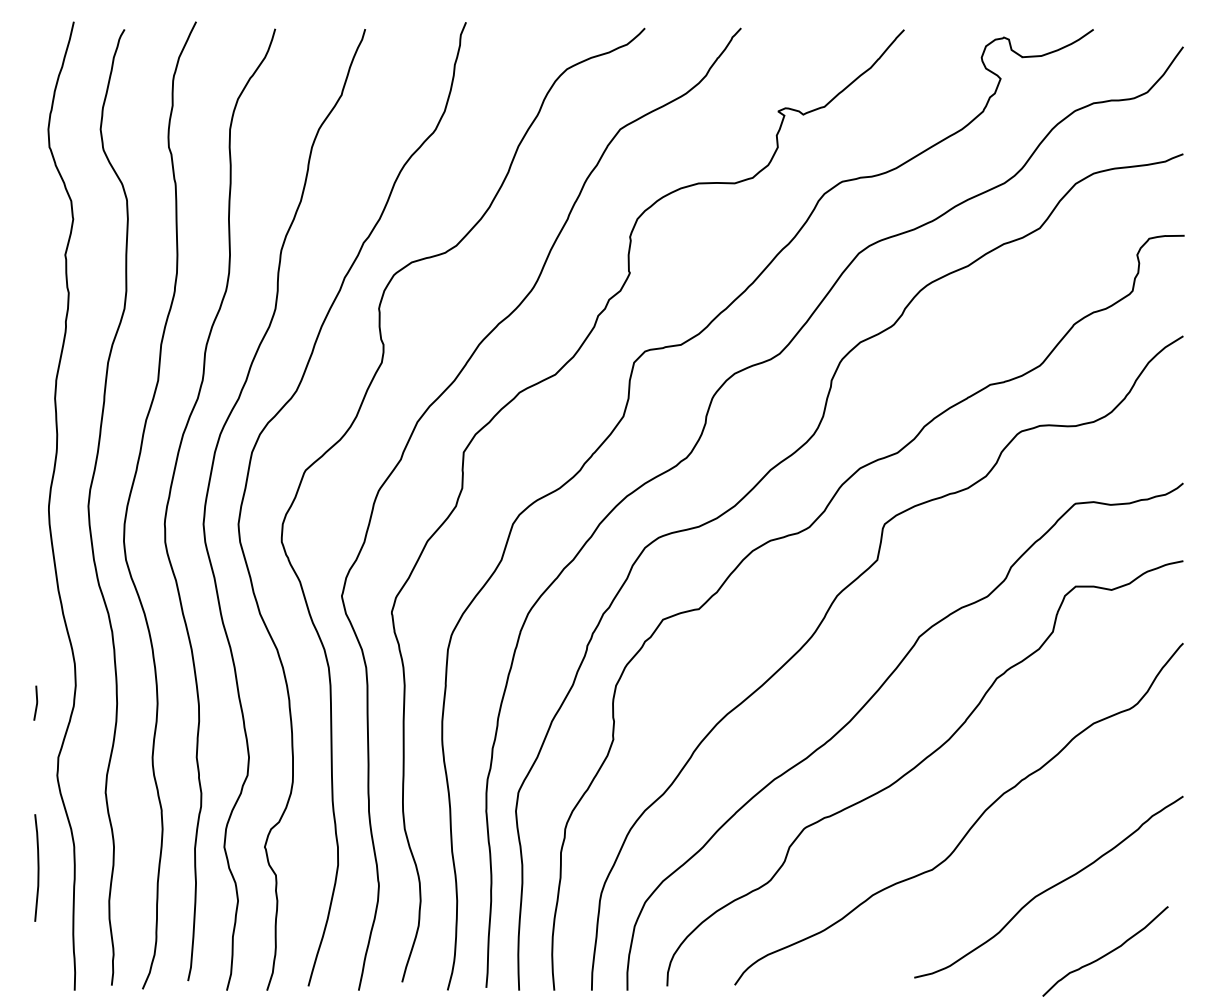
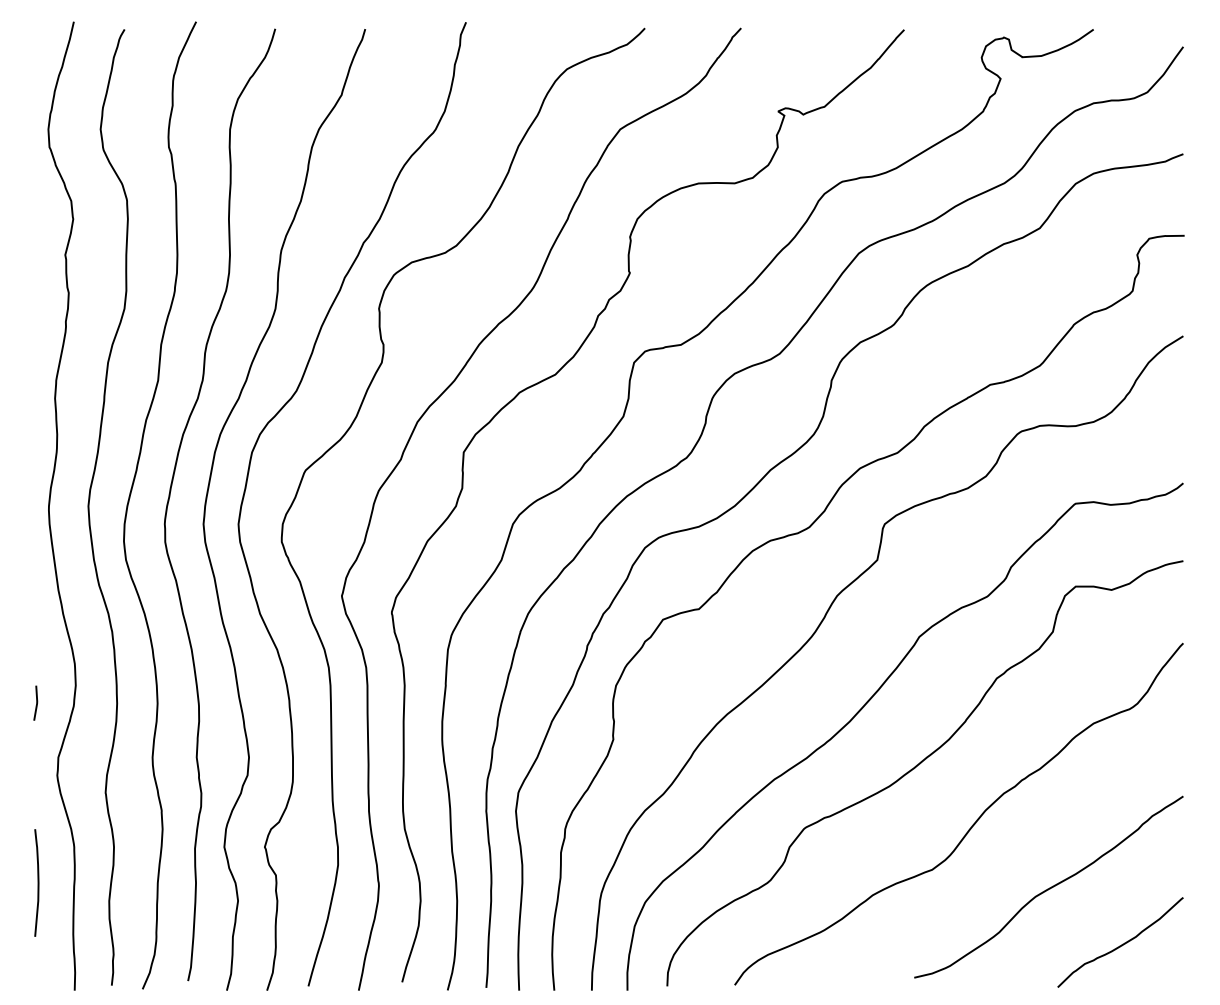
curve at (37, 867) position: (37, 867) -> (37, 882)
curve at (1106, 953) position: (1106, 953) -> (1121, 944)
